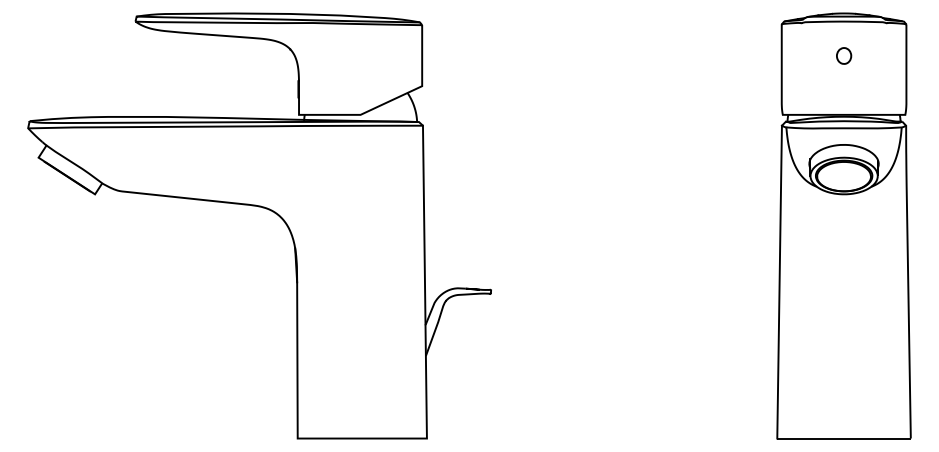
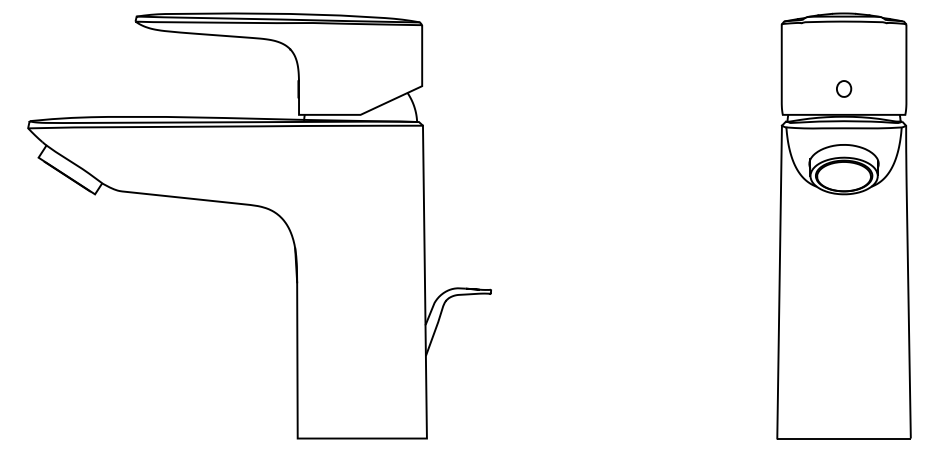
part at (844, 55) position: (844, 55) -> (844, 88)
